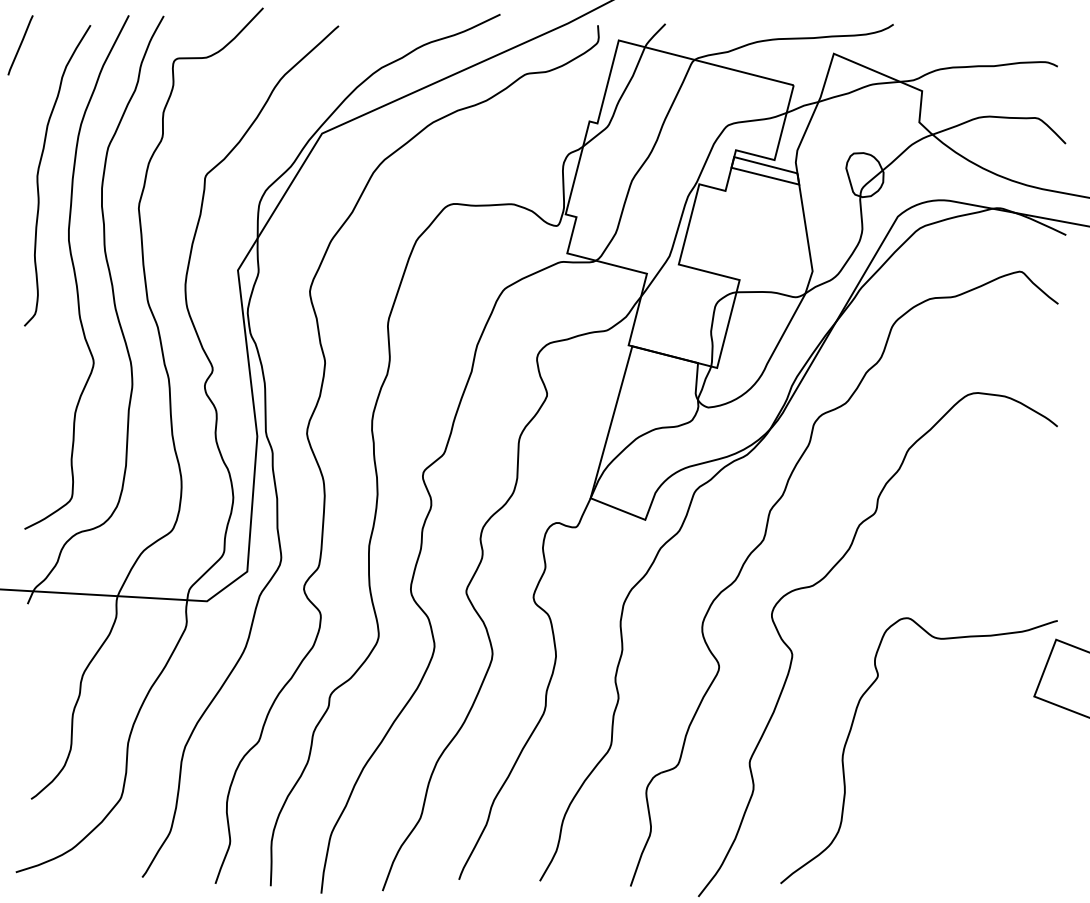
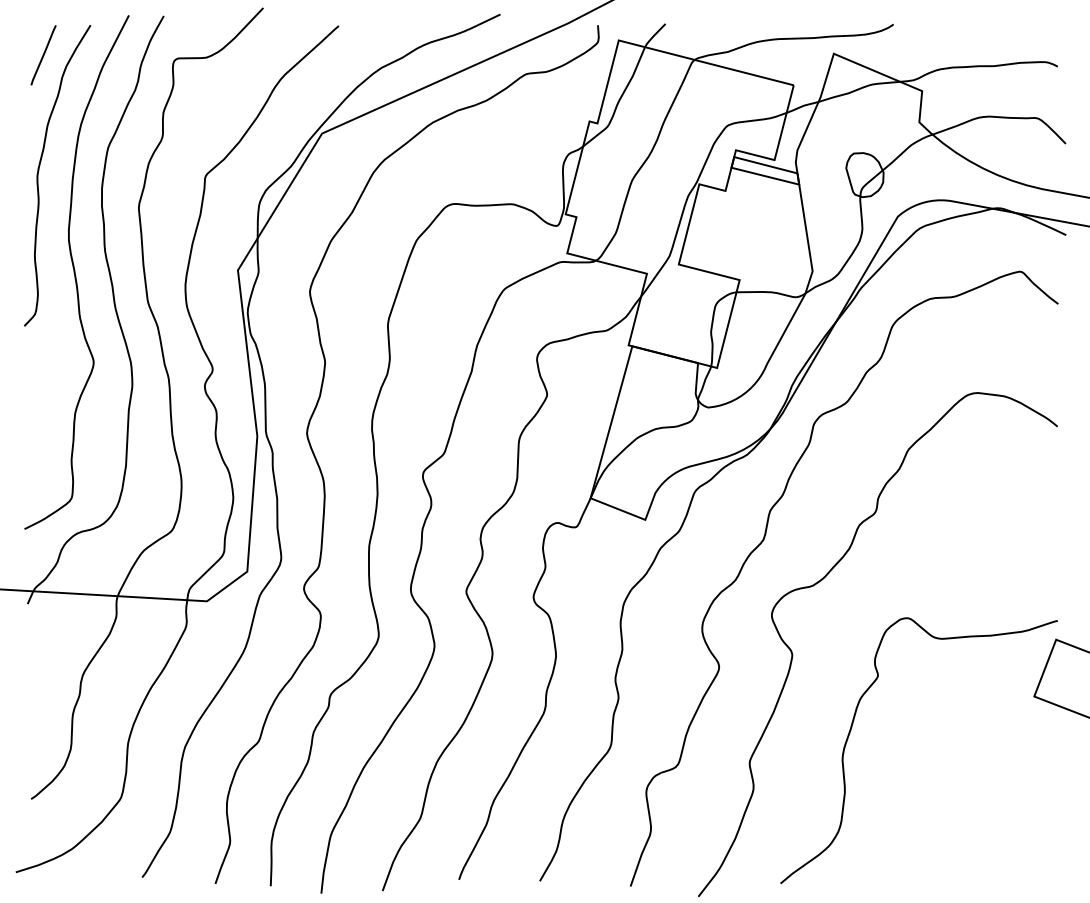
line at (20, 45) position: (20, 45) -> (43, 55)
